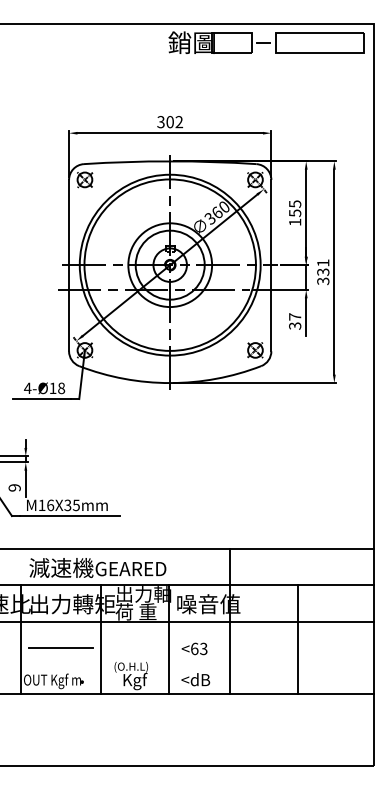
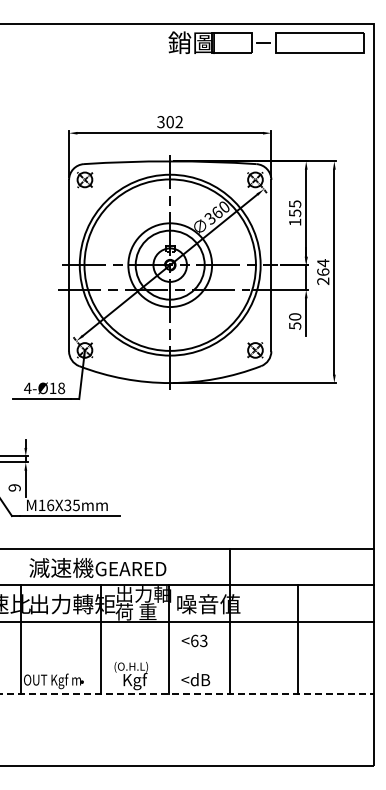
text at (323, 272): 331 -> 264
text at (295, 321): 37 -> 50
line at (60, 647): present -> none
text at (194, 648) position: (194, 648) -> (194, 640)
line at (187, 693): solid -> dashed
